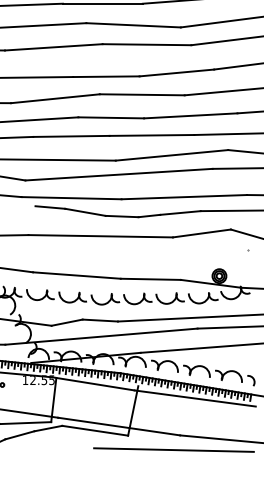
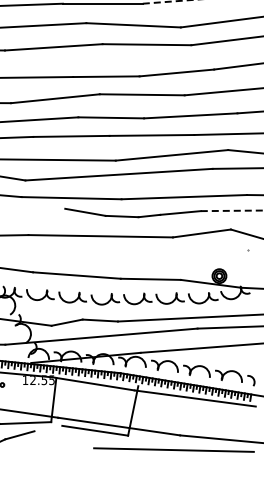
line at (167, 1): solid -> dashed
line at (50, 207): present -> none
line at (232, 210): solid -> dashed
line at (48, 428): present -> none
